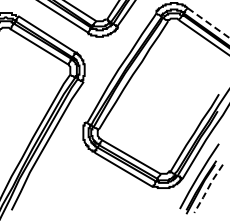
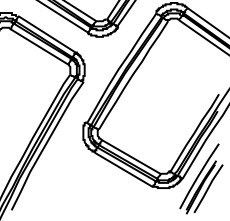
line at (208, 23): dashed -> solid
line at (207, 188): dashed -> solid
